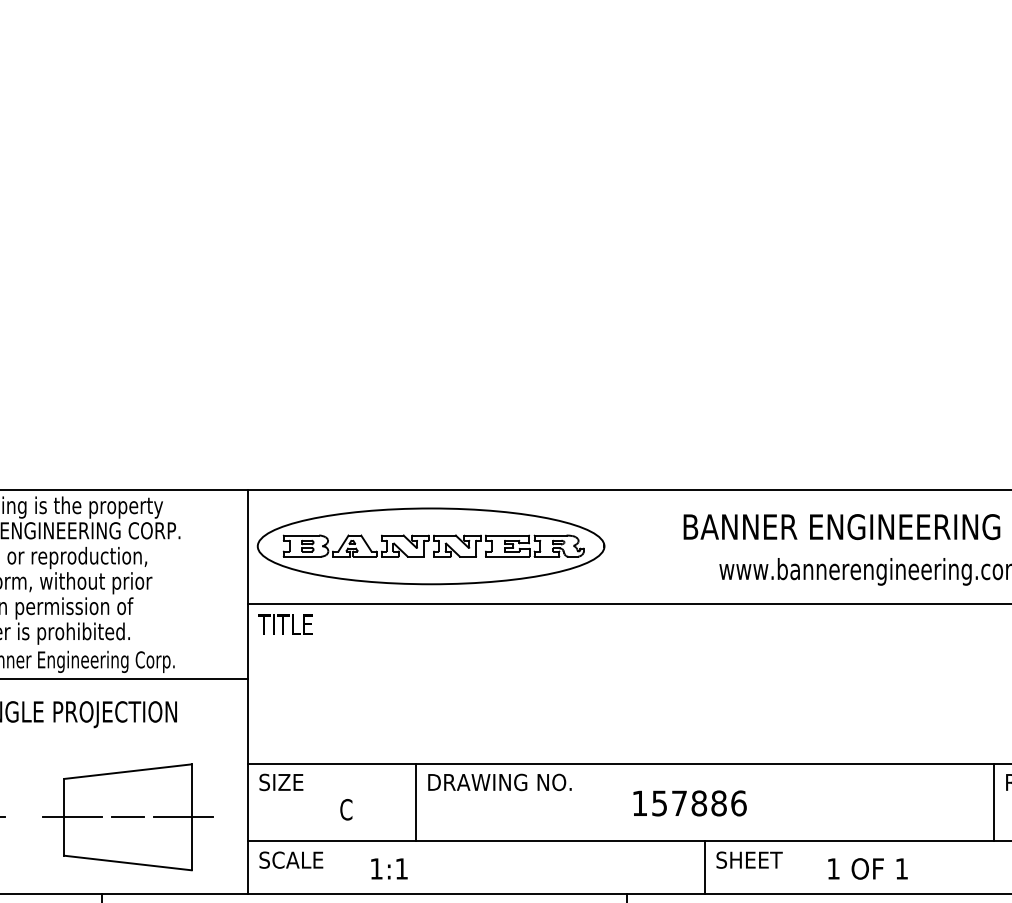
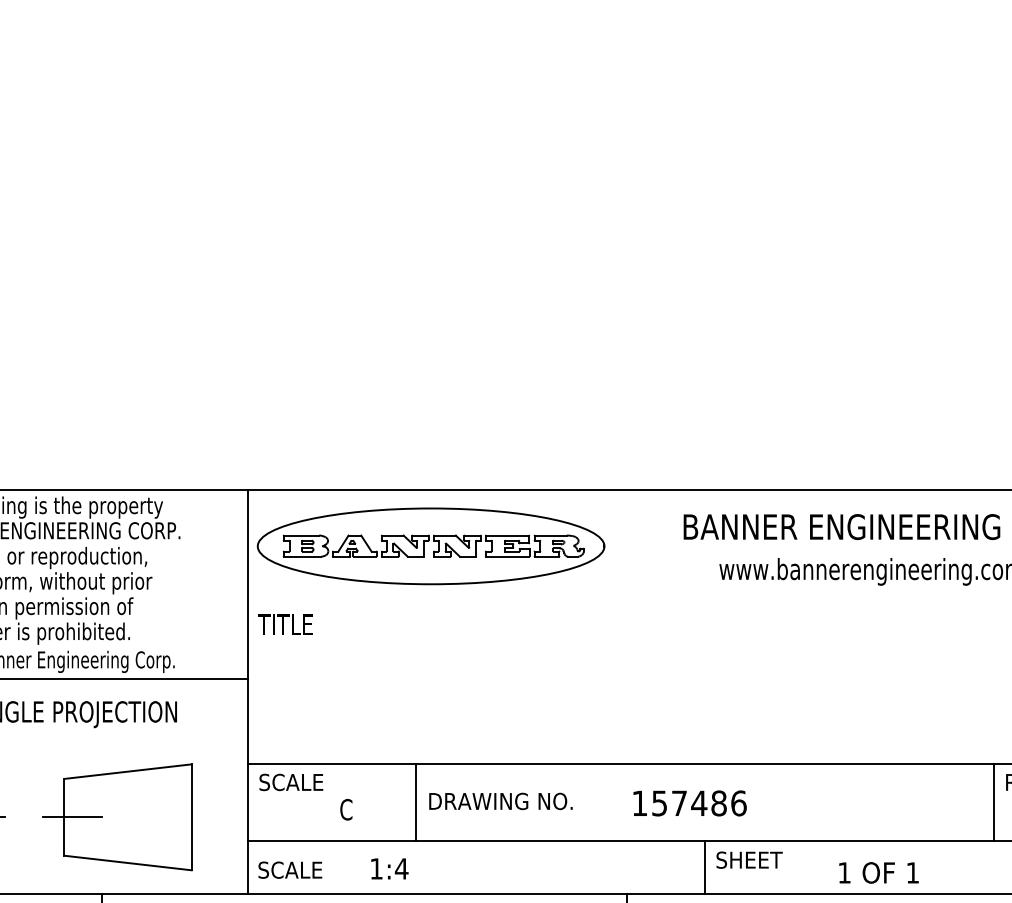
line at (627, 603): present -> none
text at (297, 782): SIZE -> SCALE
text at (499, 782) position: (499, 782) -> (500, 801)
text at (699, 803): 157886 -> 157486
line at (127, 817): present -> none
line at (183, 817): present -> none
text at (291, 859) position: (291, 859) -> (290, 869)
text at (401, 868): 1:1 -> 1:4
text at (867, 868) position: (867, 868) -> (878, 872)
